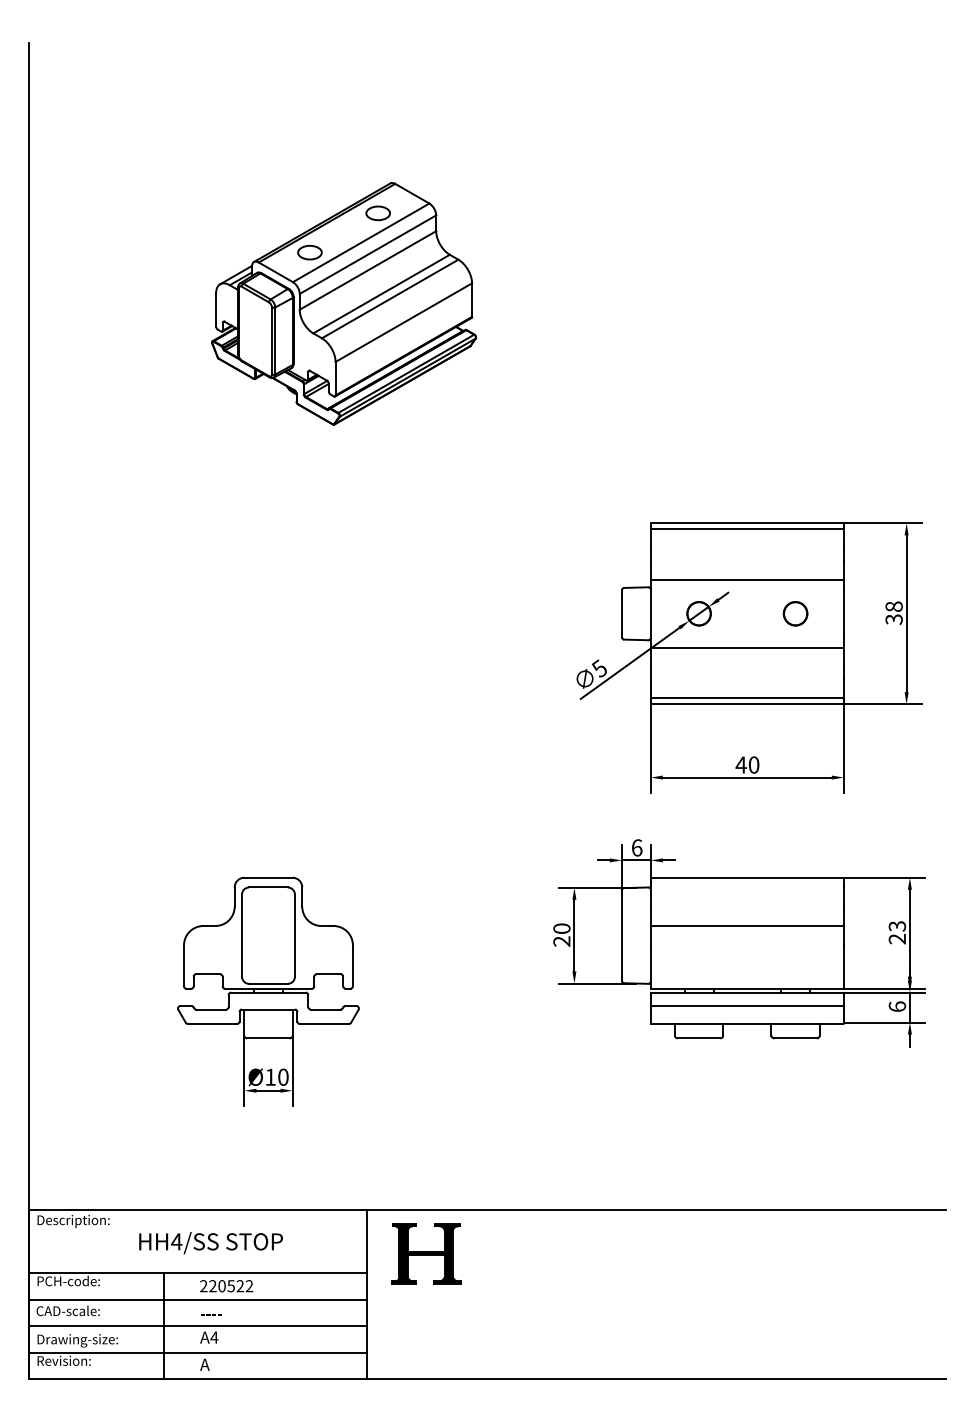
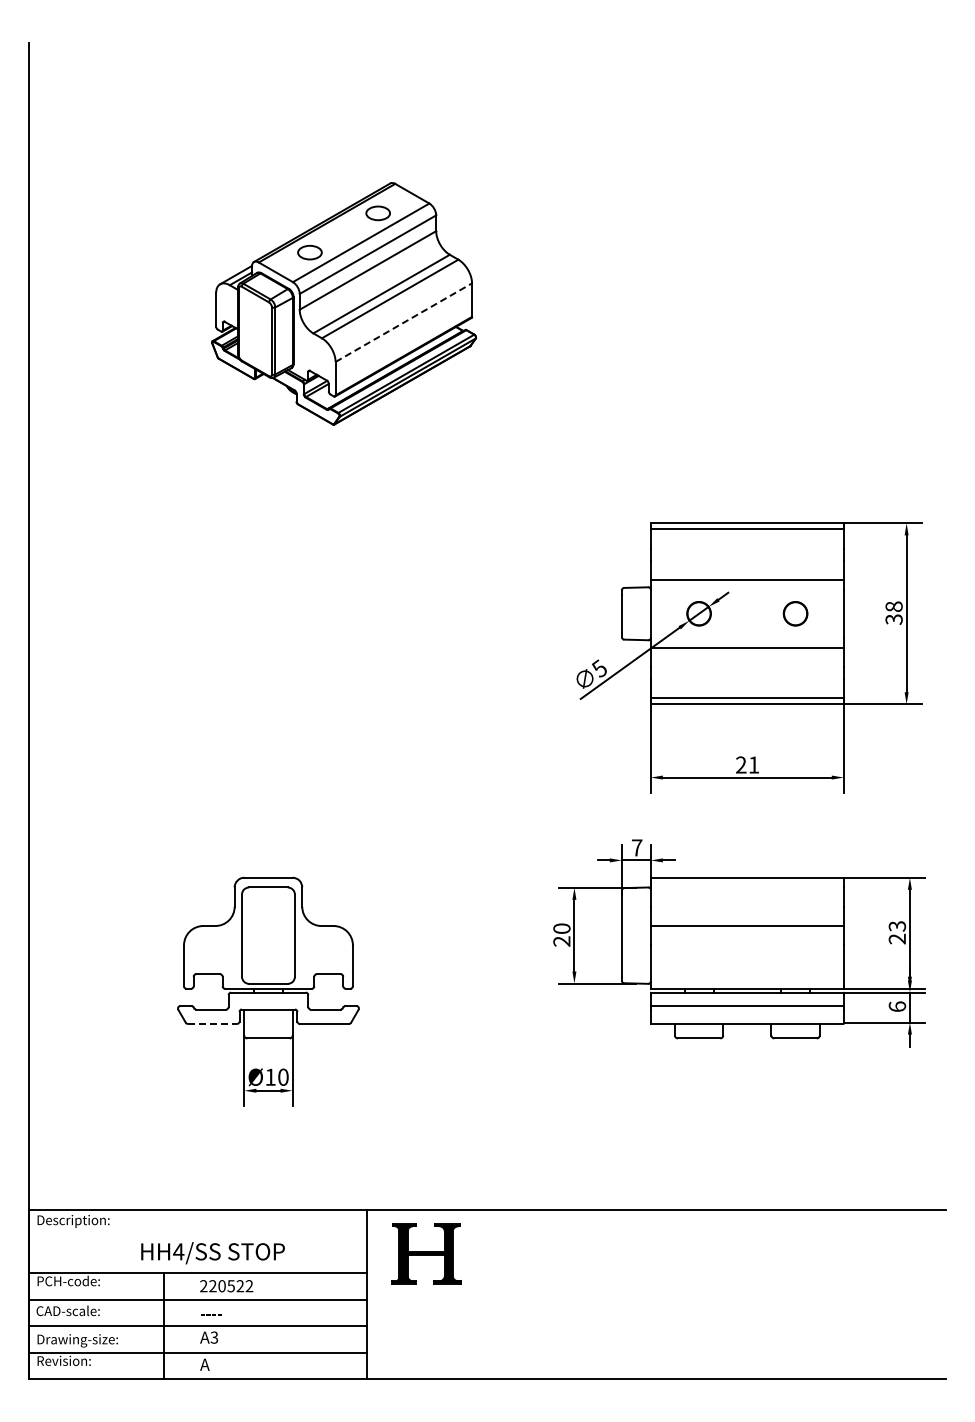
line at (403, 322): solid -> dashed
text at (747, 764): 40 -> 21
text at (637, 847): 6 -> 7
line at (212, 1023): solid -> dashed
text at (210, 1243) position: (210, 1243) -> (212, 1253)
text at (214, 1337): A4 -> A3
